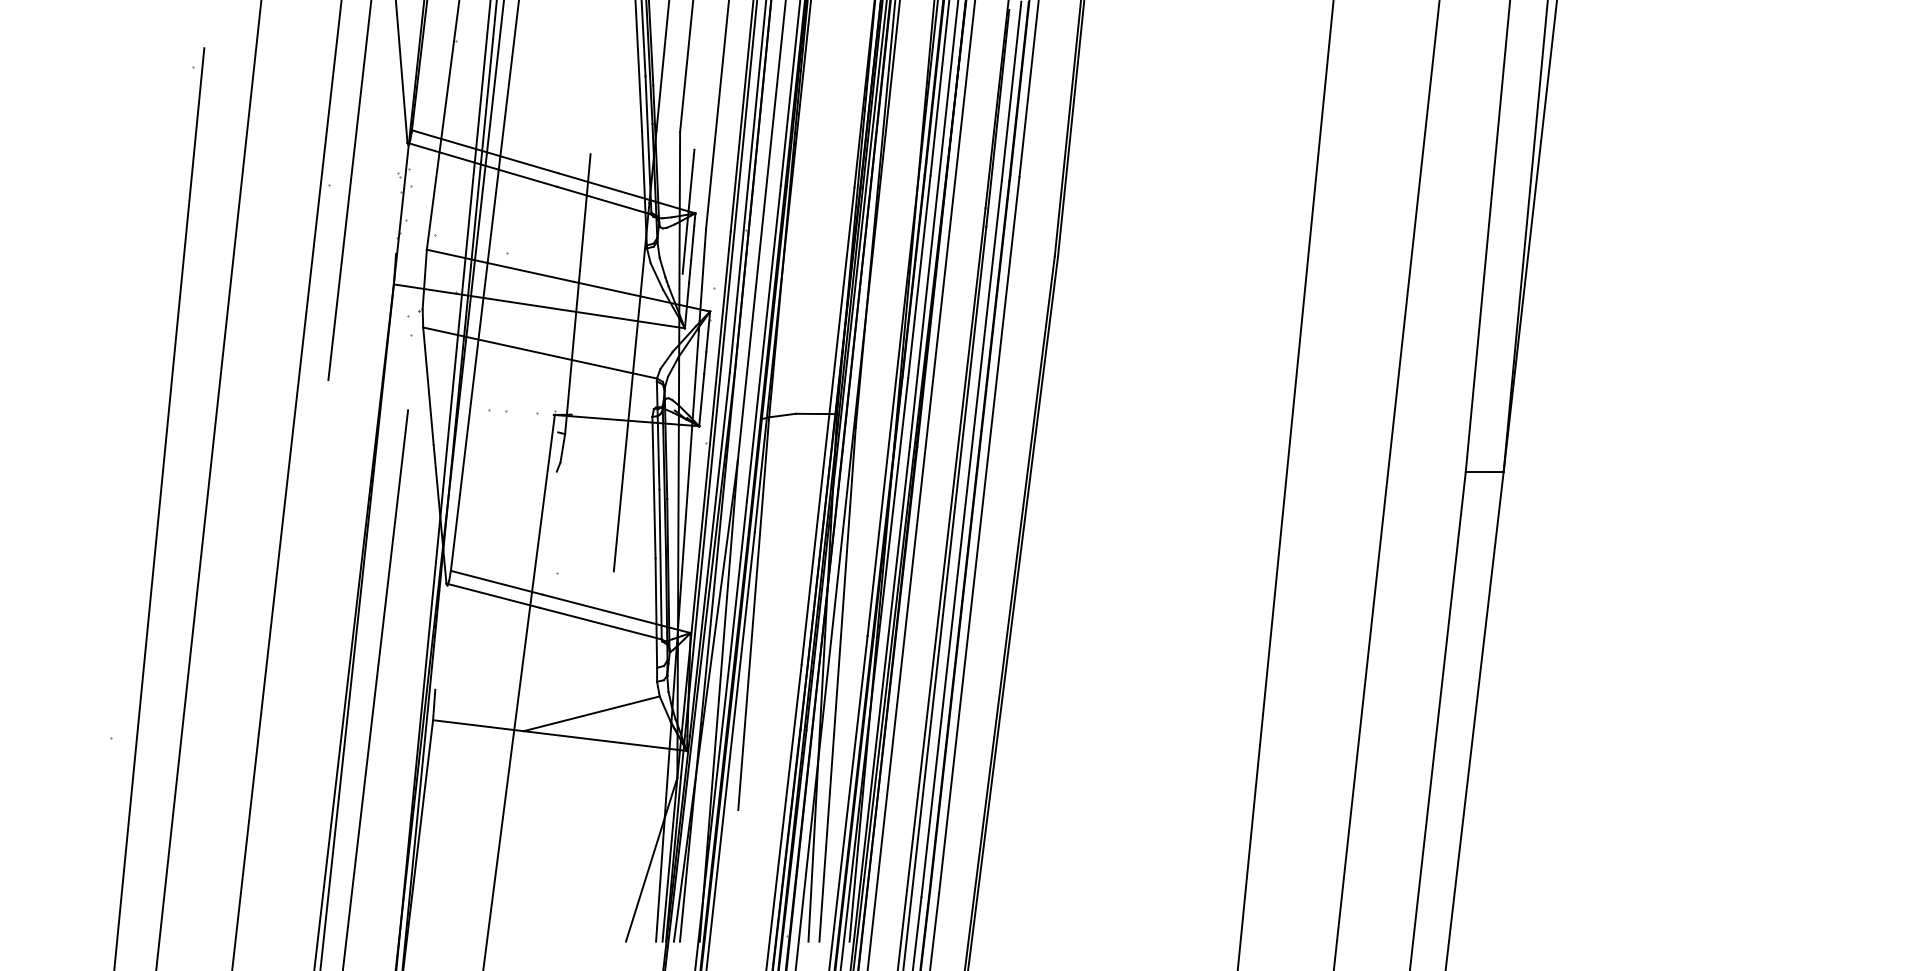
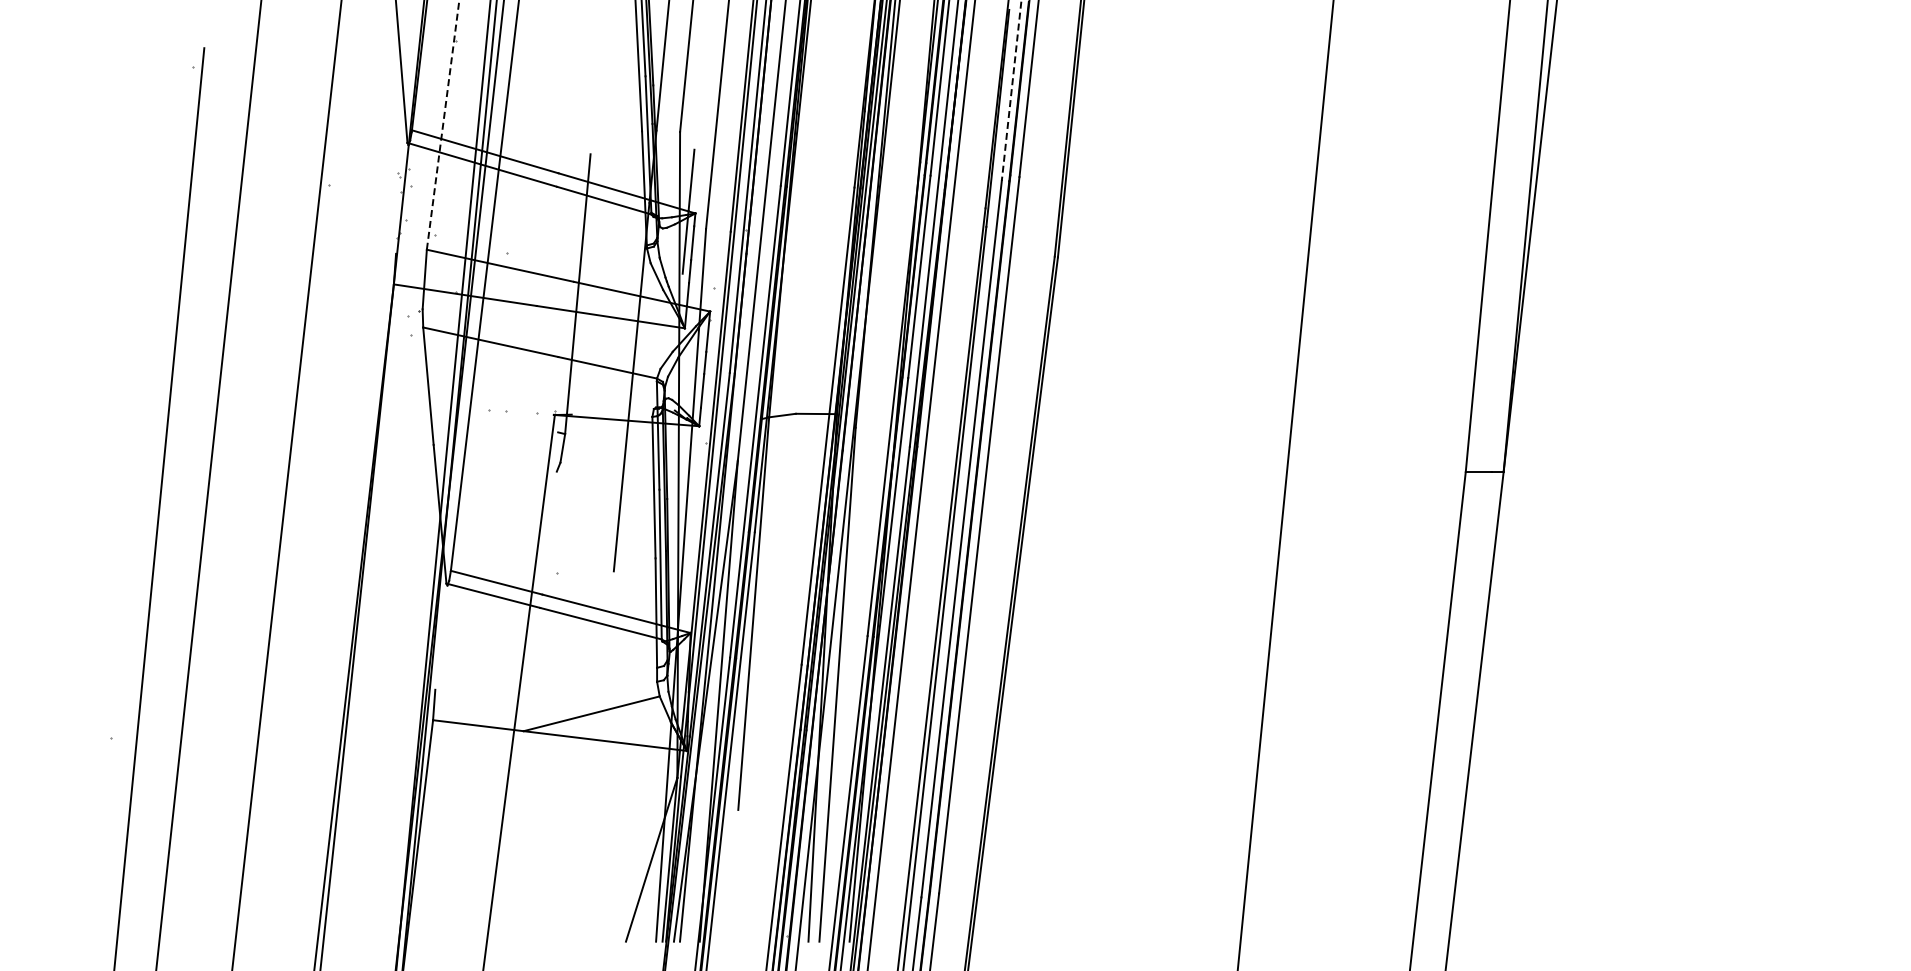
line at (1011, 91): solid -> dashed
line at (443, 124): solid -> dashed
line at (349, 191): present -> none
line at (1386, 484): present -> none
line at (375, 688): present -> none
